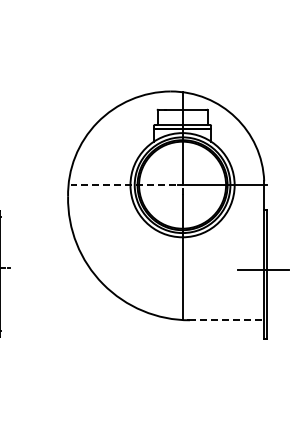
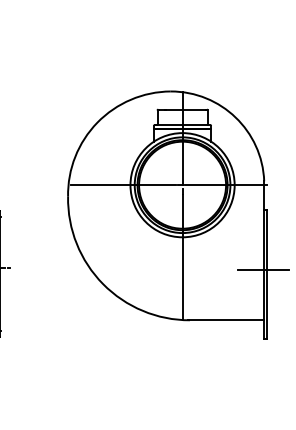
line at (122, 185): dashed -> solid
line at (227, 320): dashed -> solid
